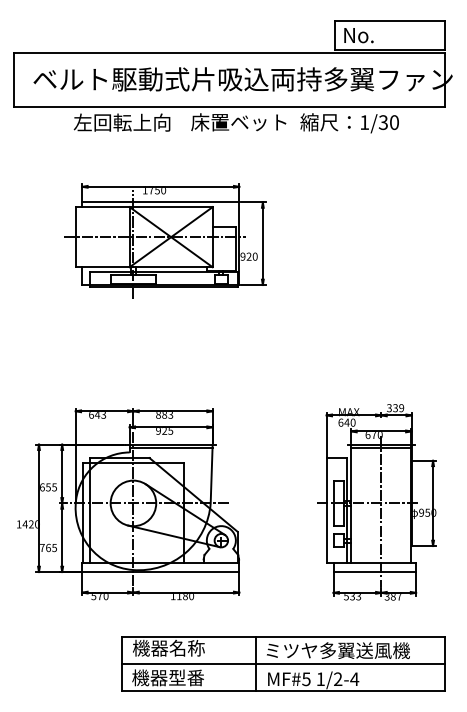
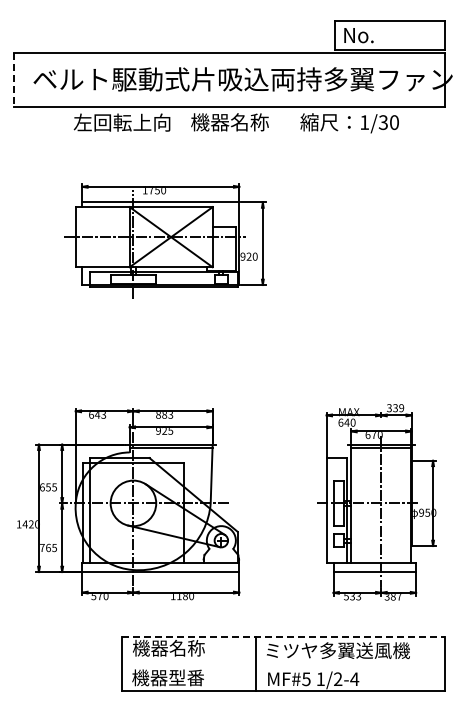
line at (14, 79): solid -> dashed
text at (238, 122): 床置ベット -> 機器名称
line at (283, 636): solid -> dashed
line at (282, 663): present -> none
